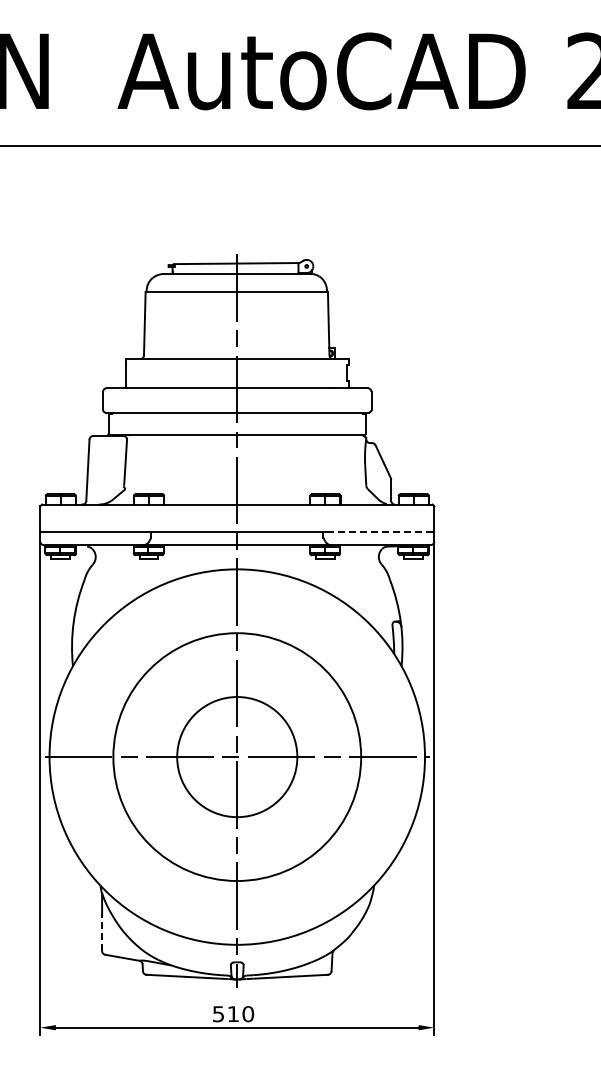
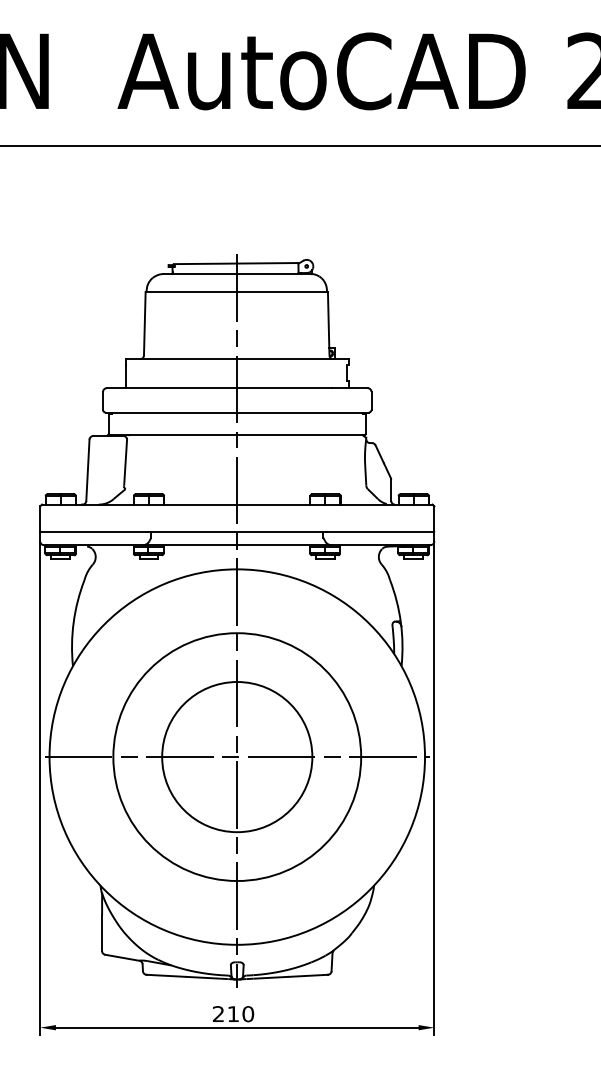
line at (380, 531): dashed -> solid
circle at (237, 757) diameter: 120 px -> 150 px
line at (102, 933): dashed -> solid
text at (218, 1014): 510 -> 210
